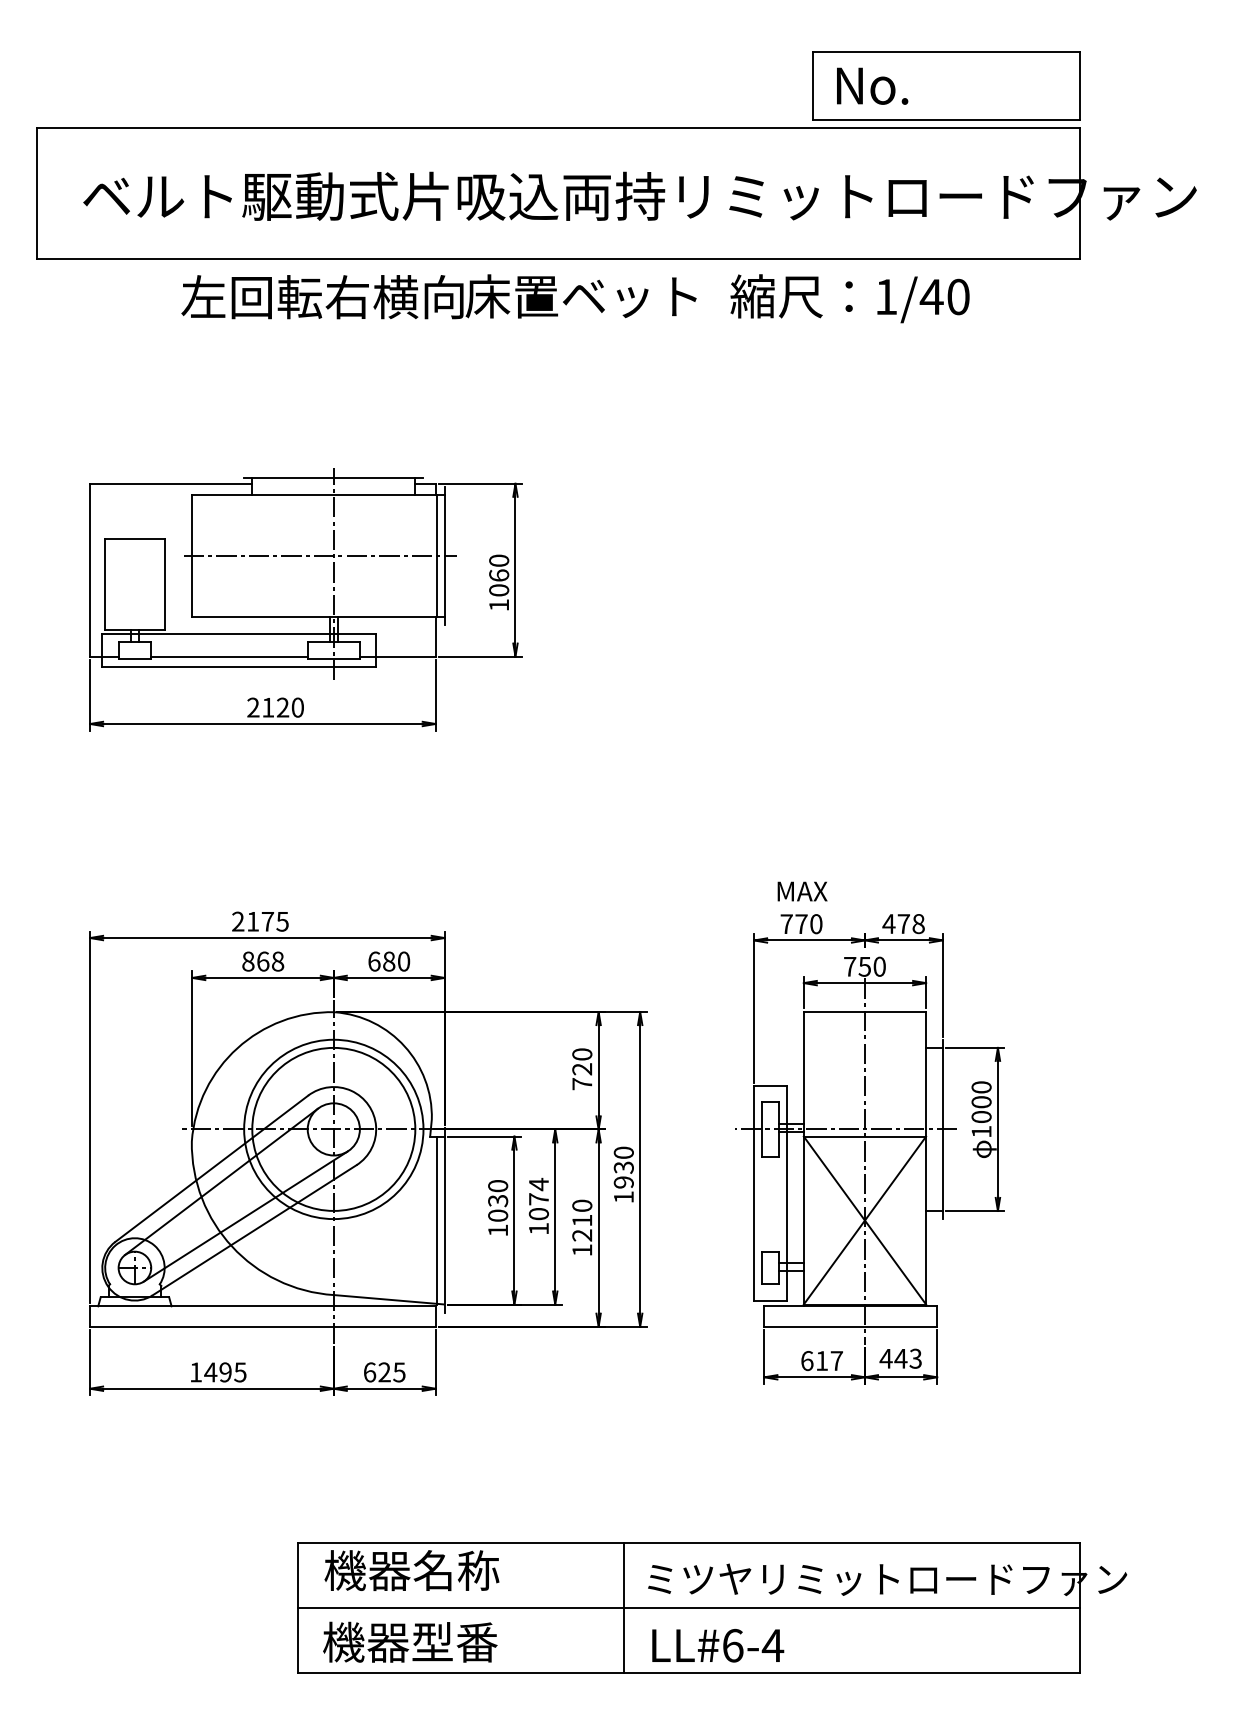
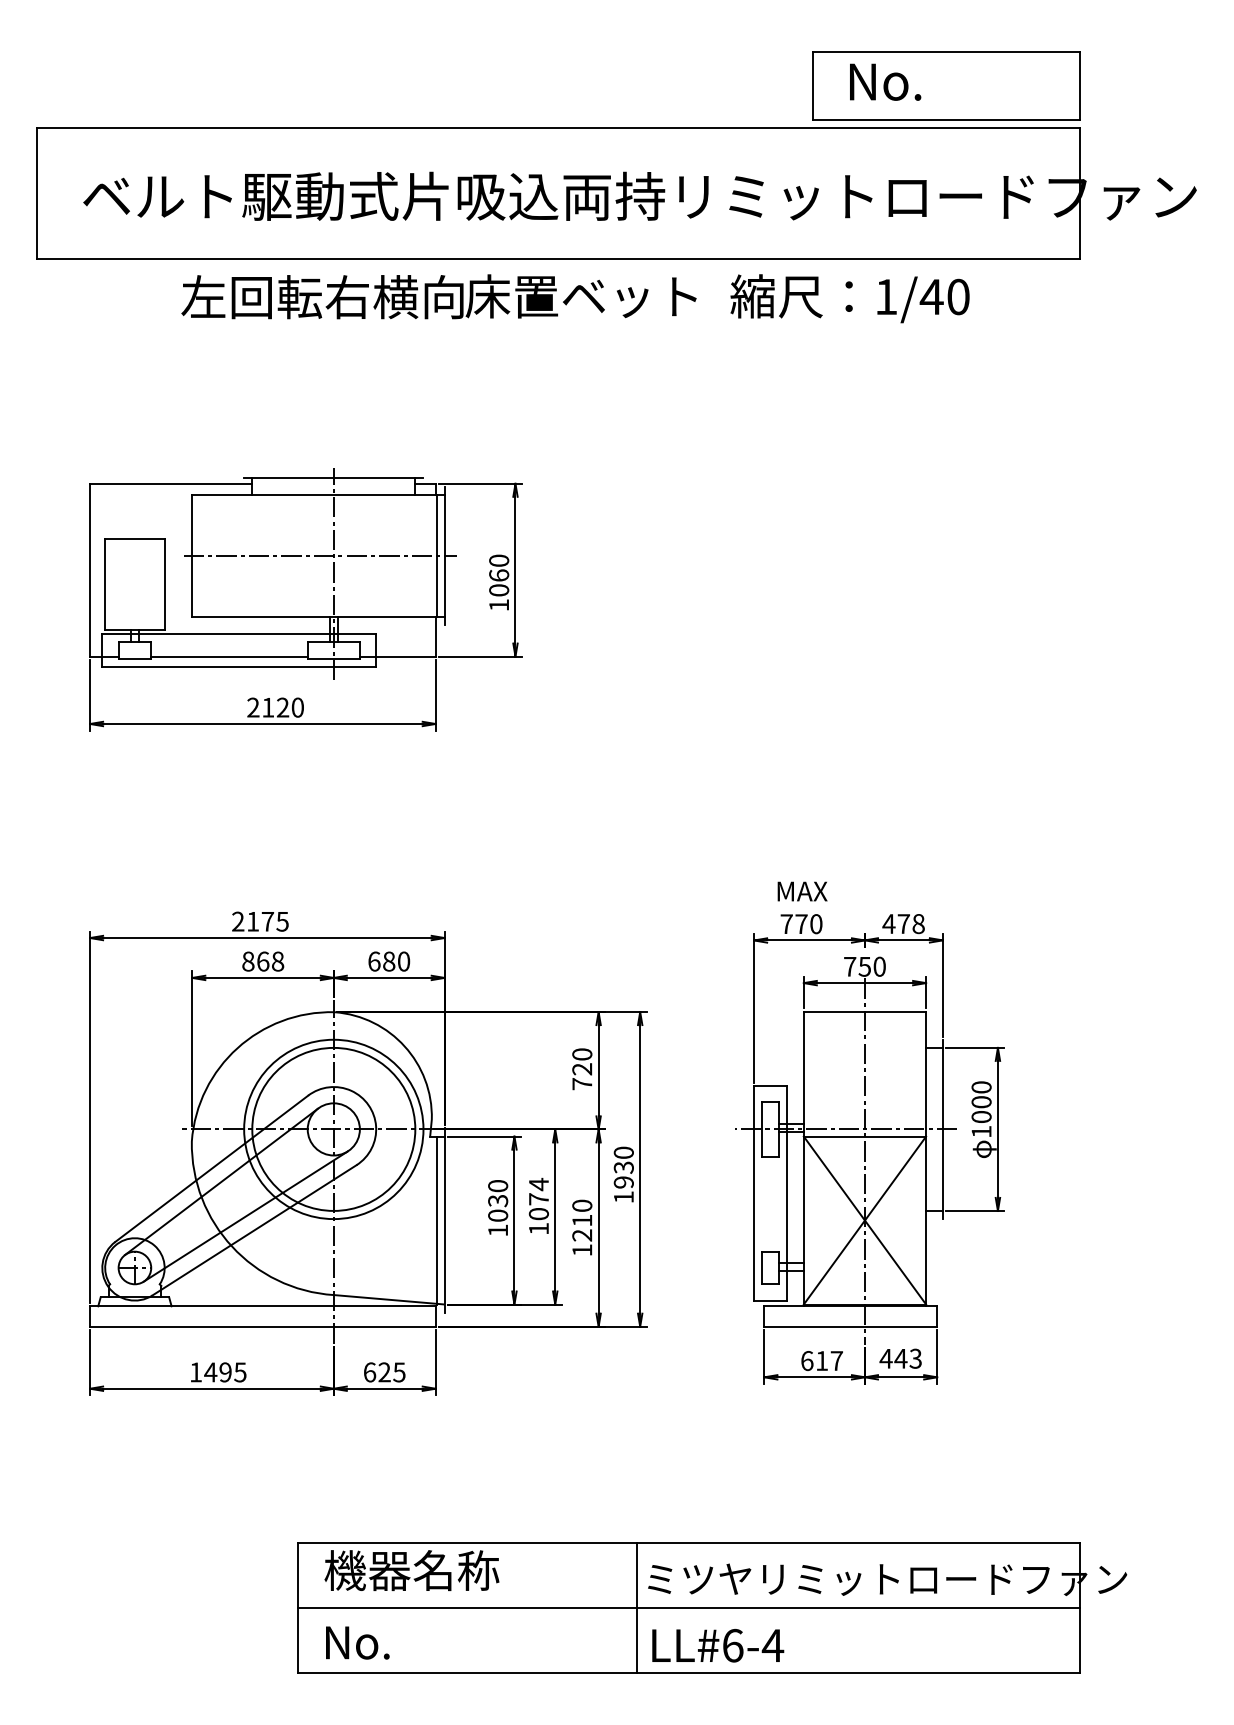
text at (872, 85) position: (872, 85) -> (885, 81)
line at (623, 1607) position: (623, 1607) -> (636, 1607)
text at (410, 1641): 機器型番 -> No.
